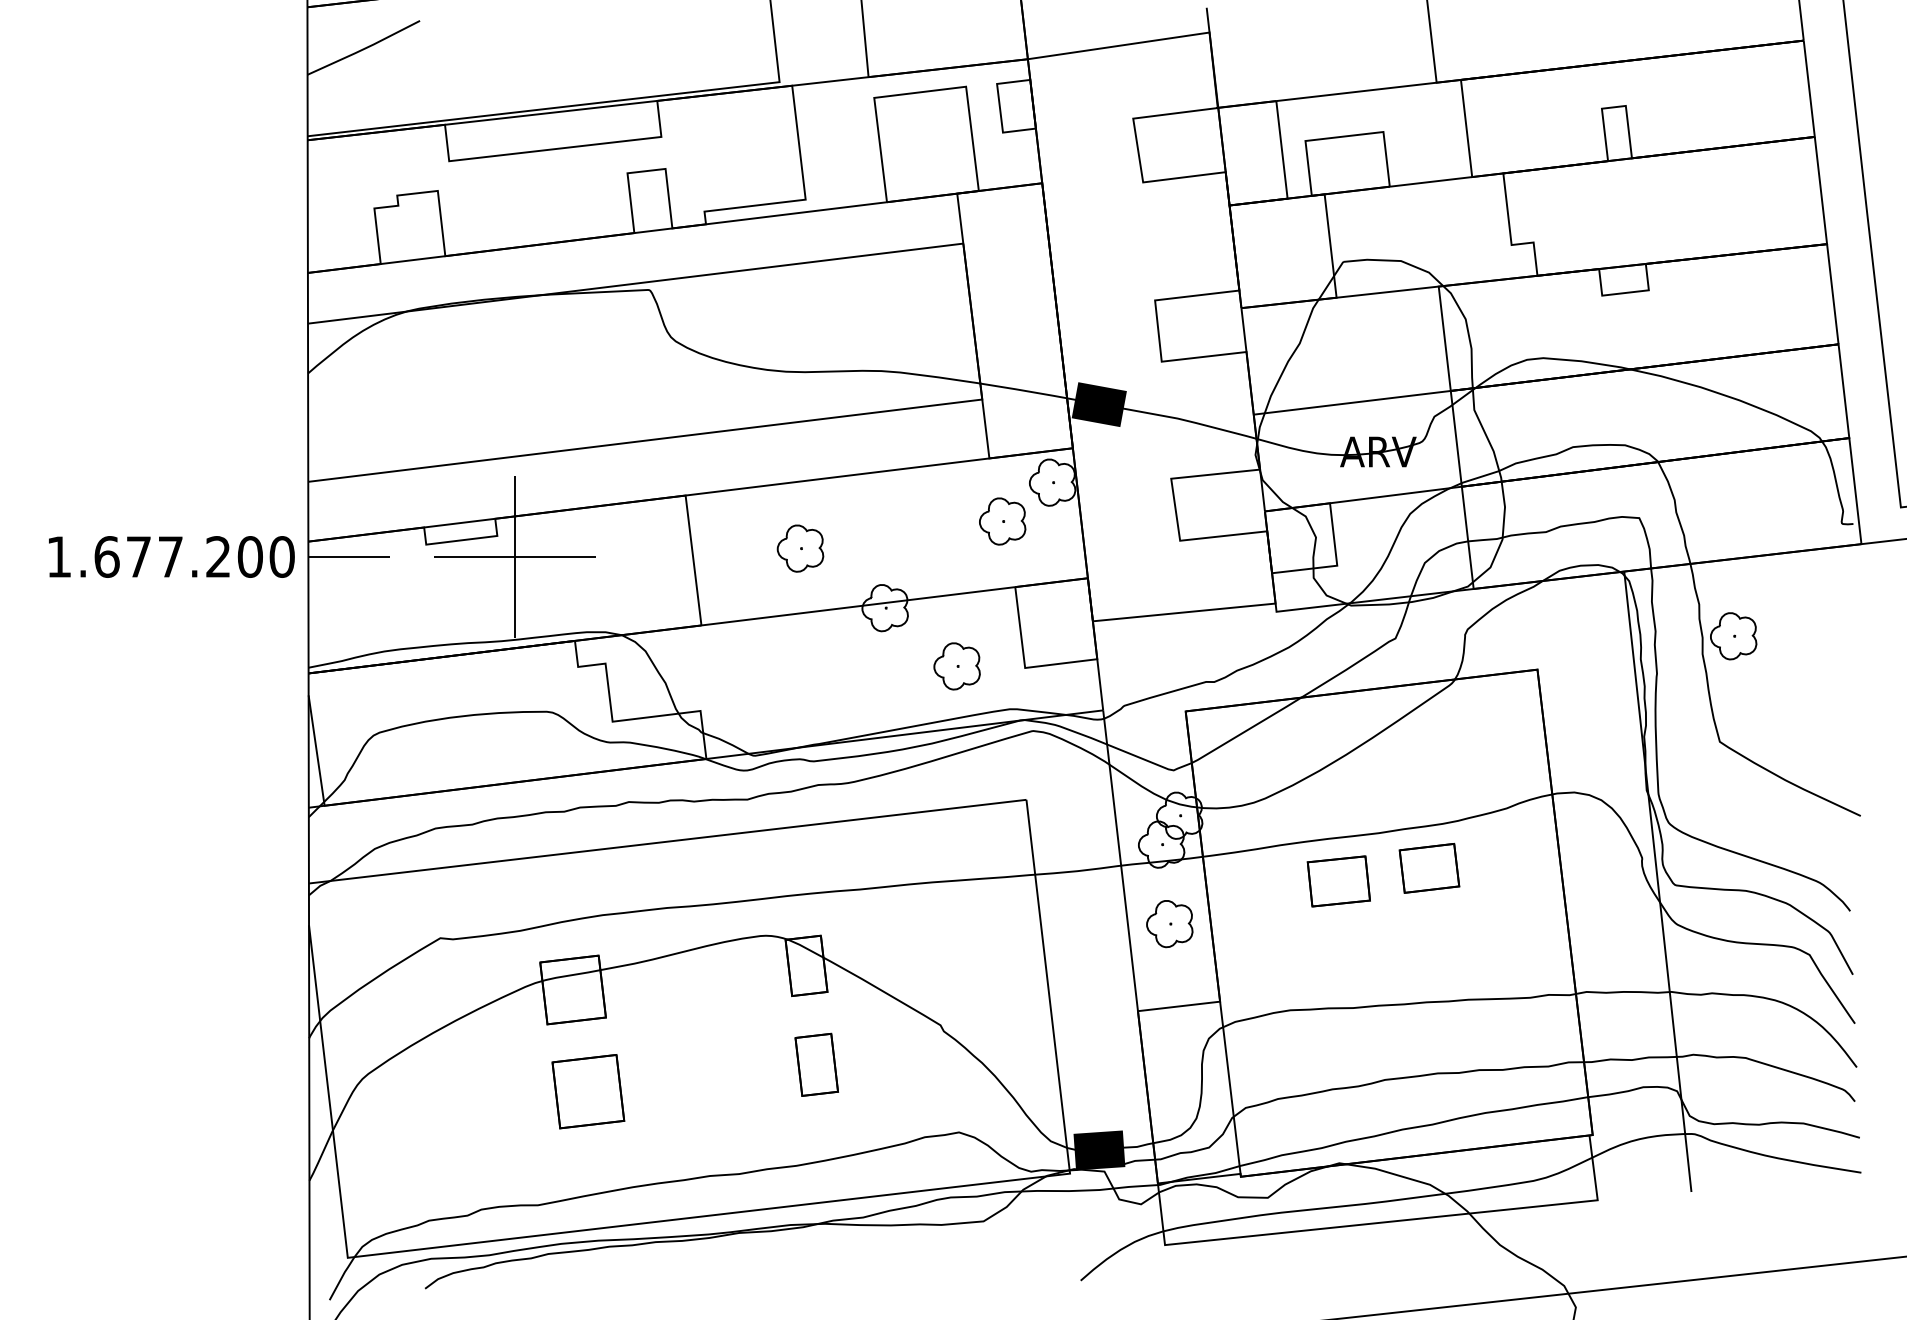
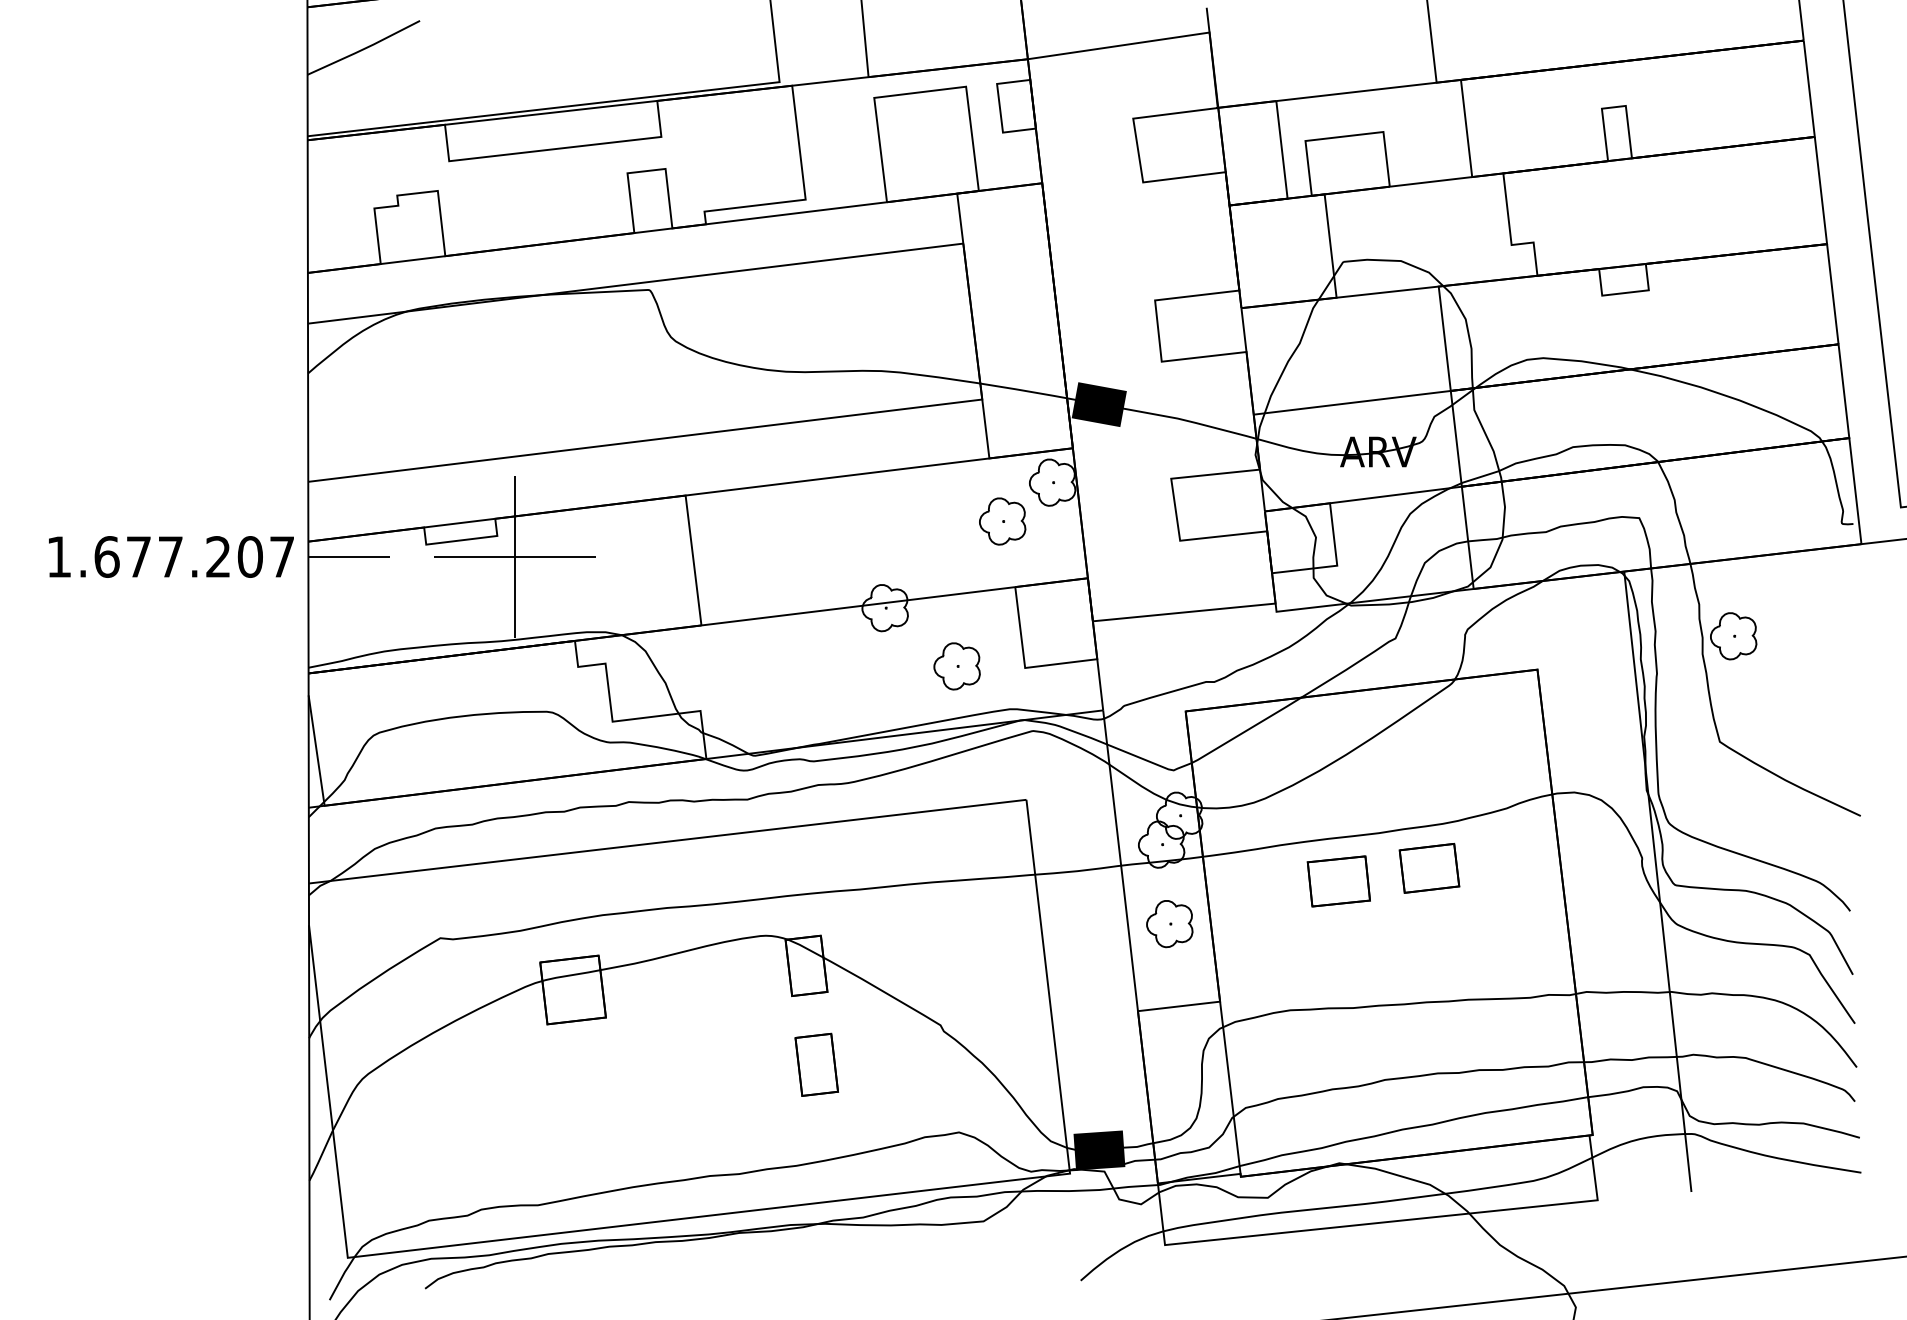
part at (800, 548): present -> none
text at (281, 556): 1.677.200 -> 1.677.207
part at (588, 1091): present -> none
